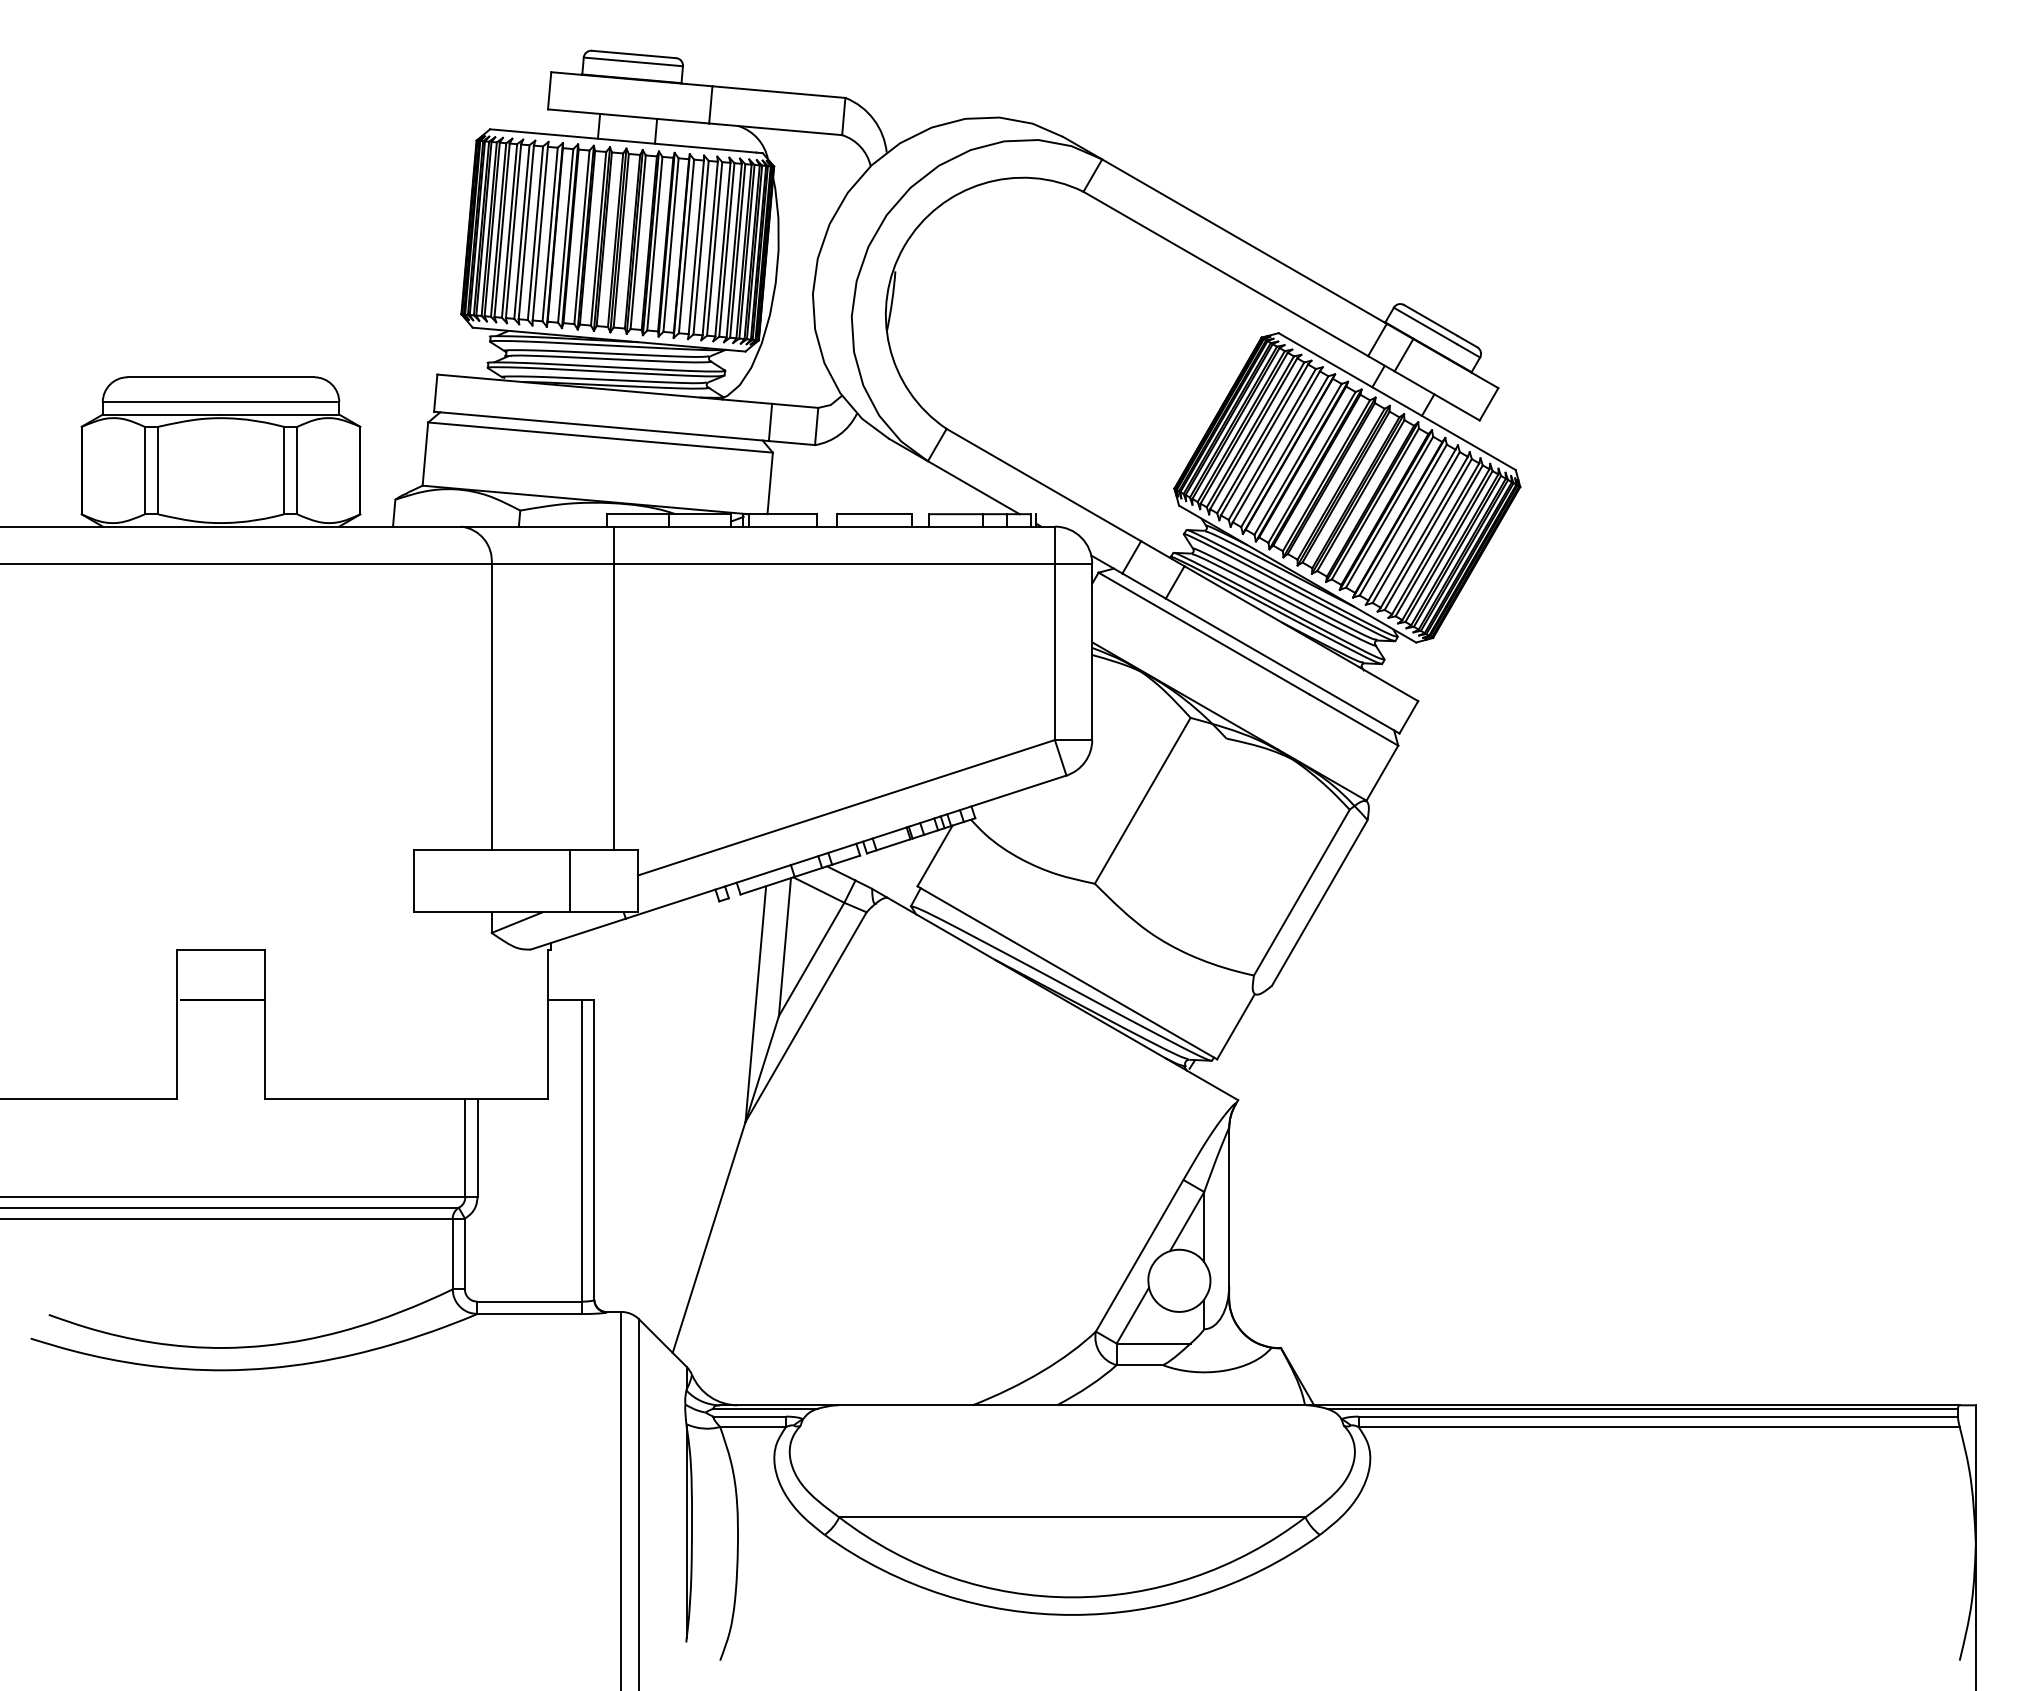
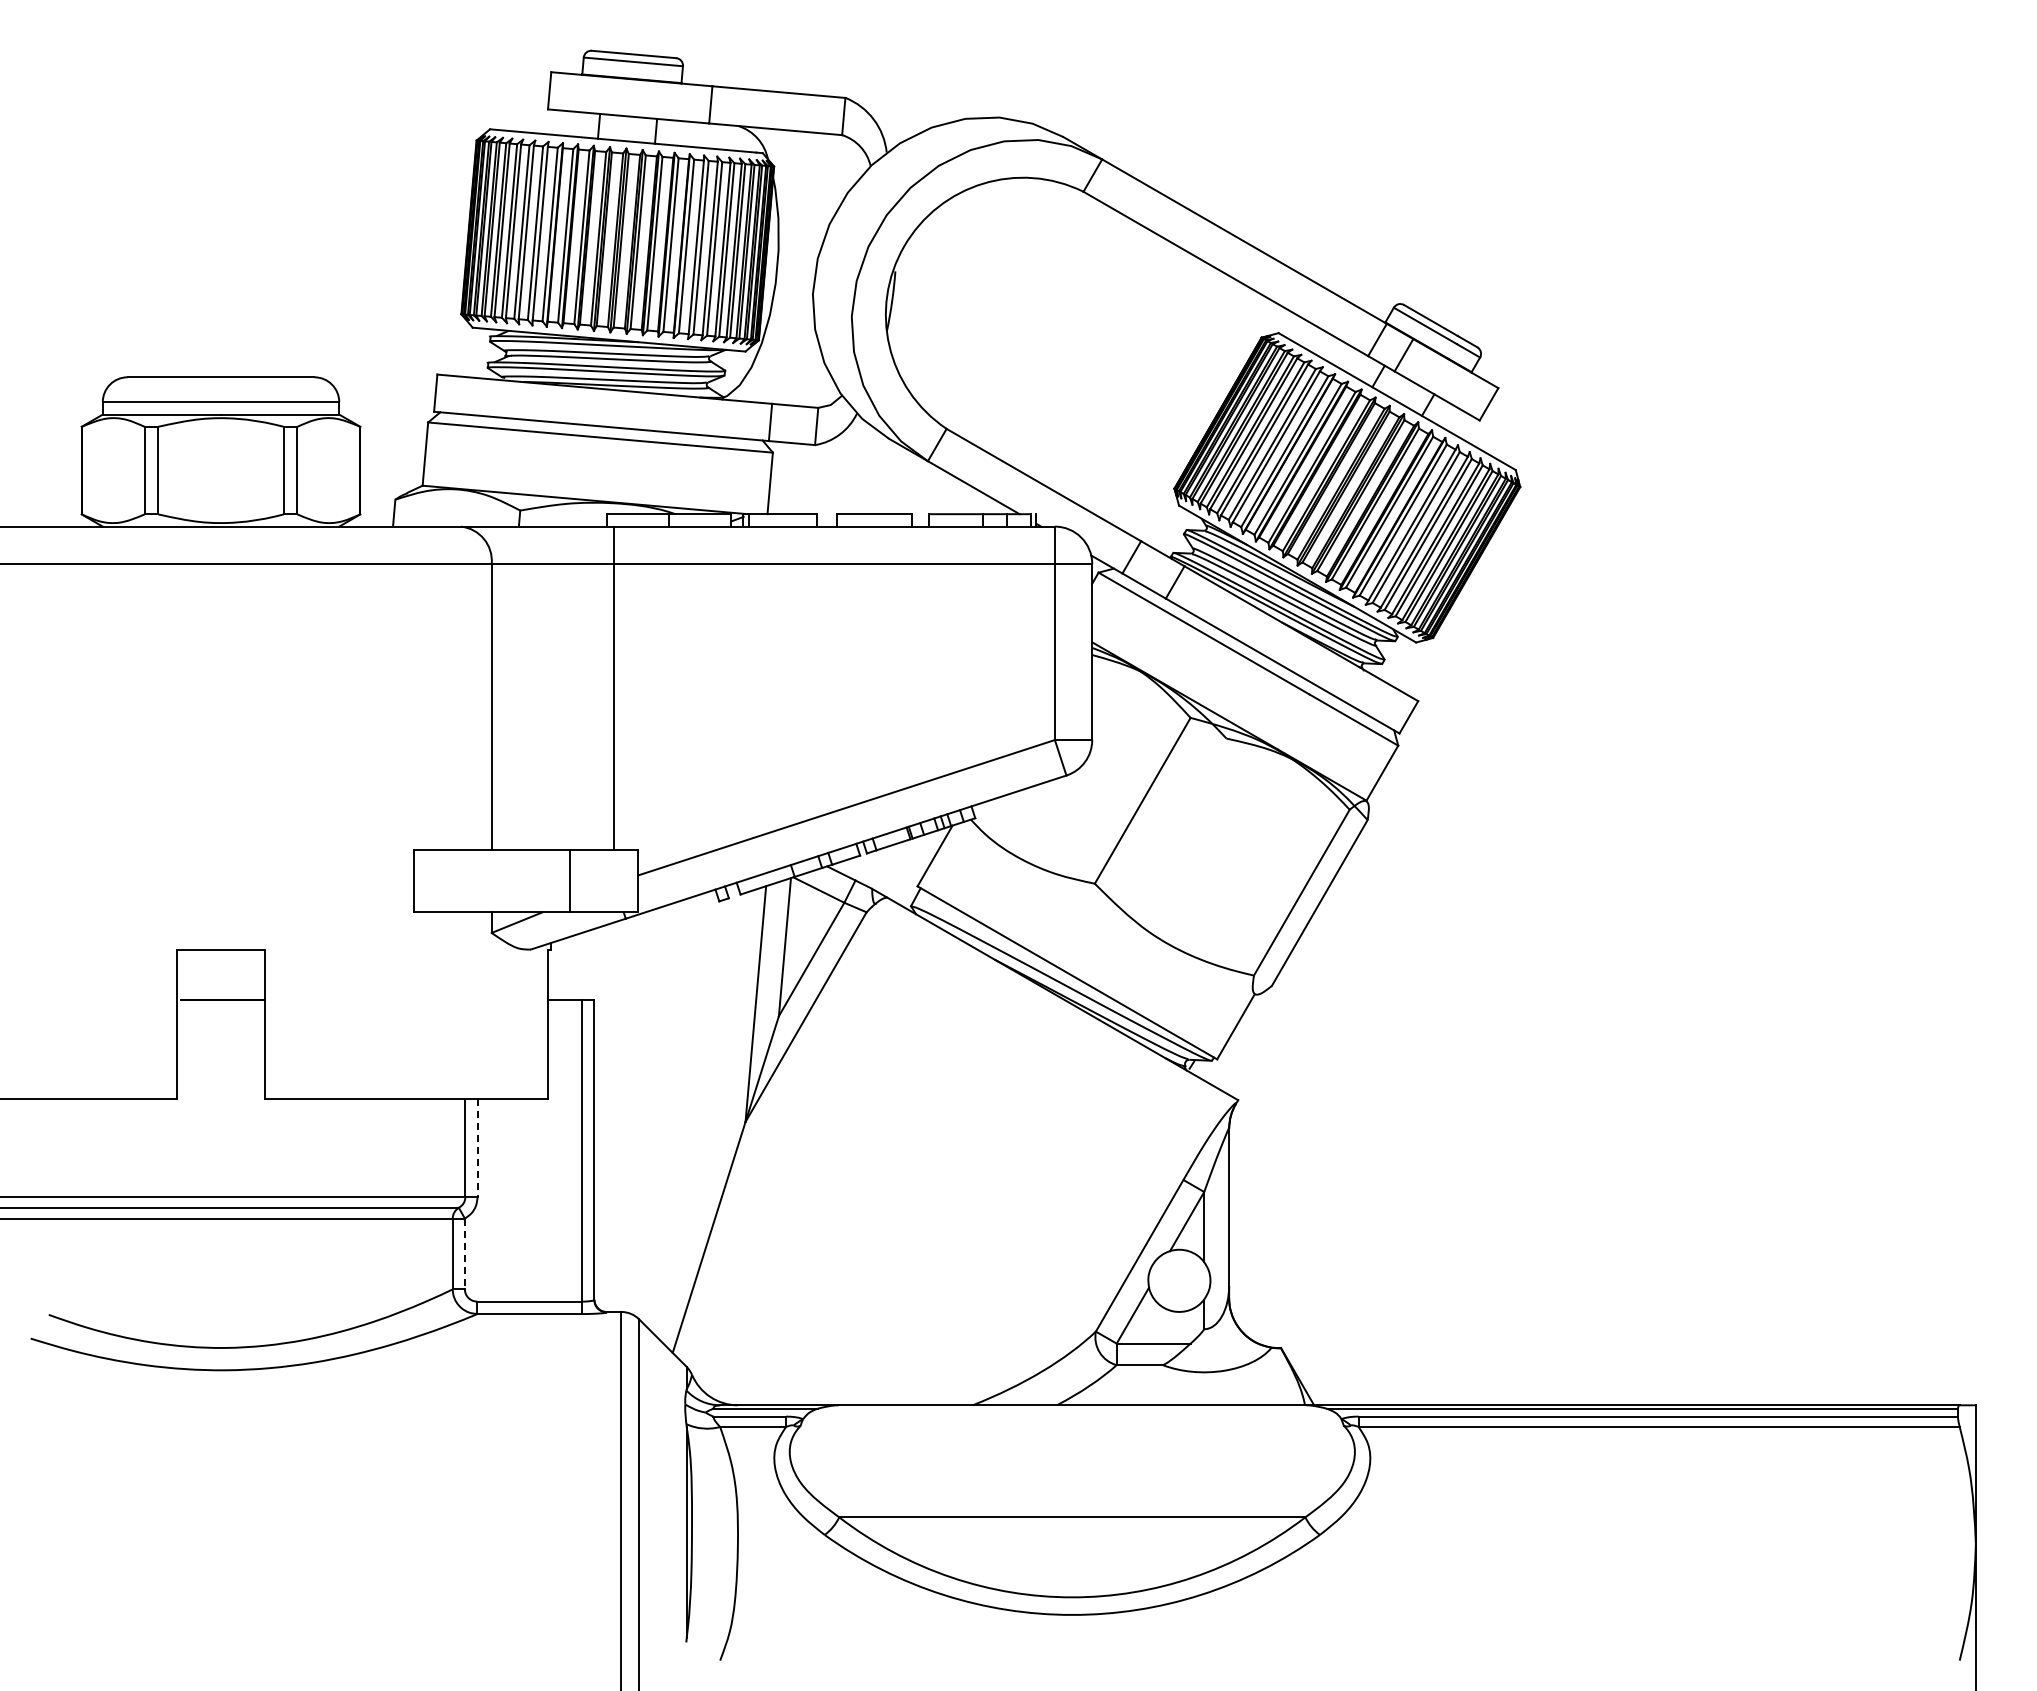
line at (477, 1148): solid -> dashed
line at (464, 1254): solid -> dashed
